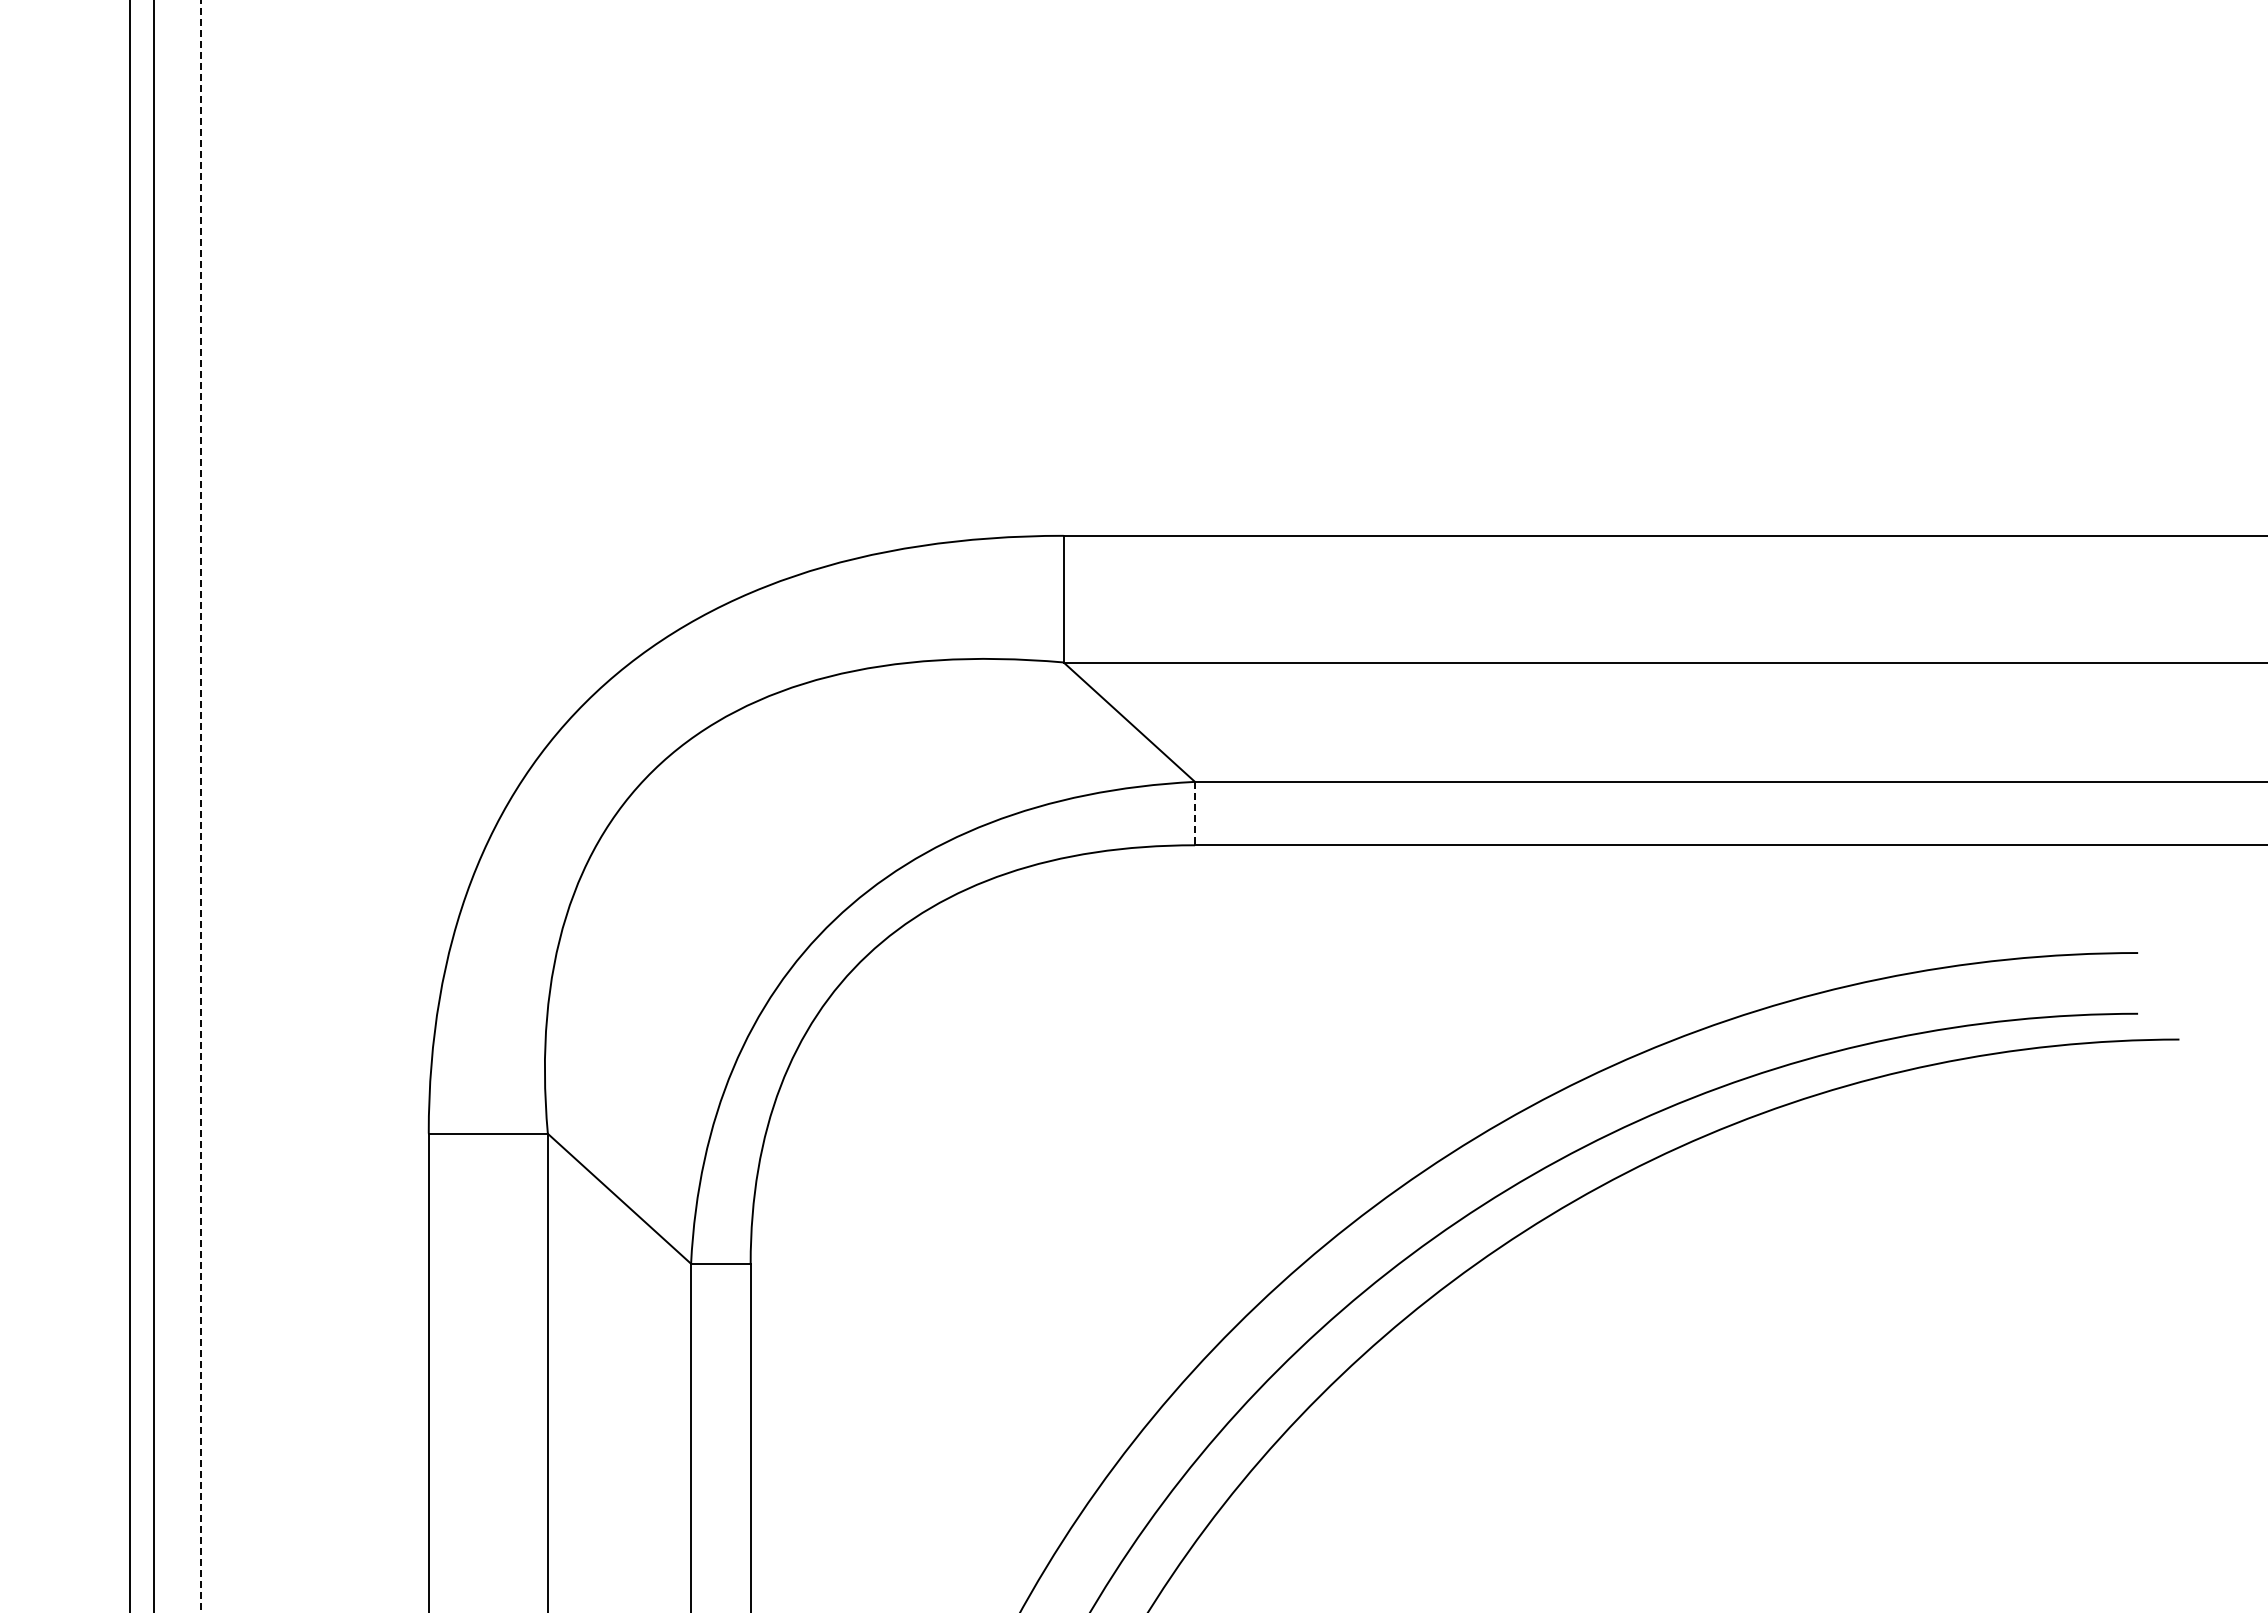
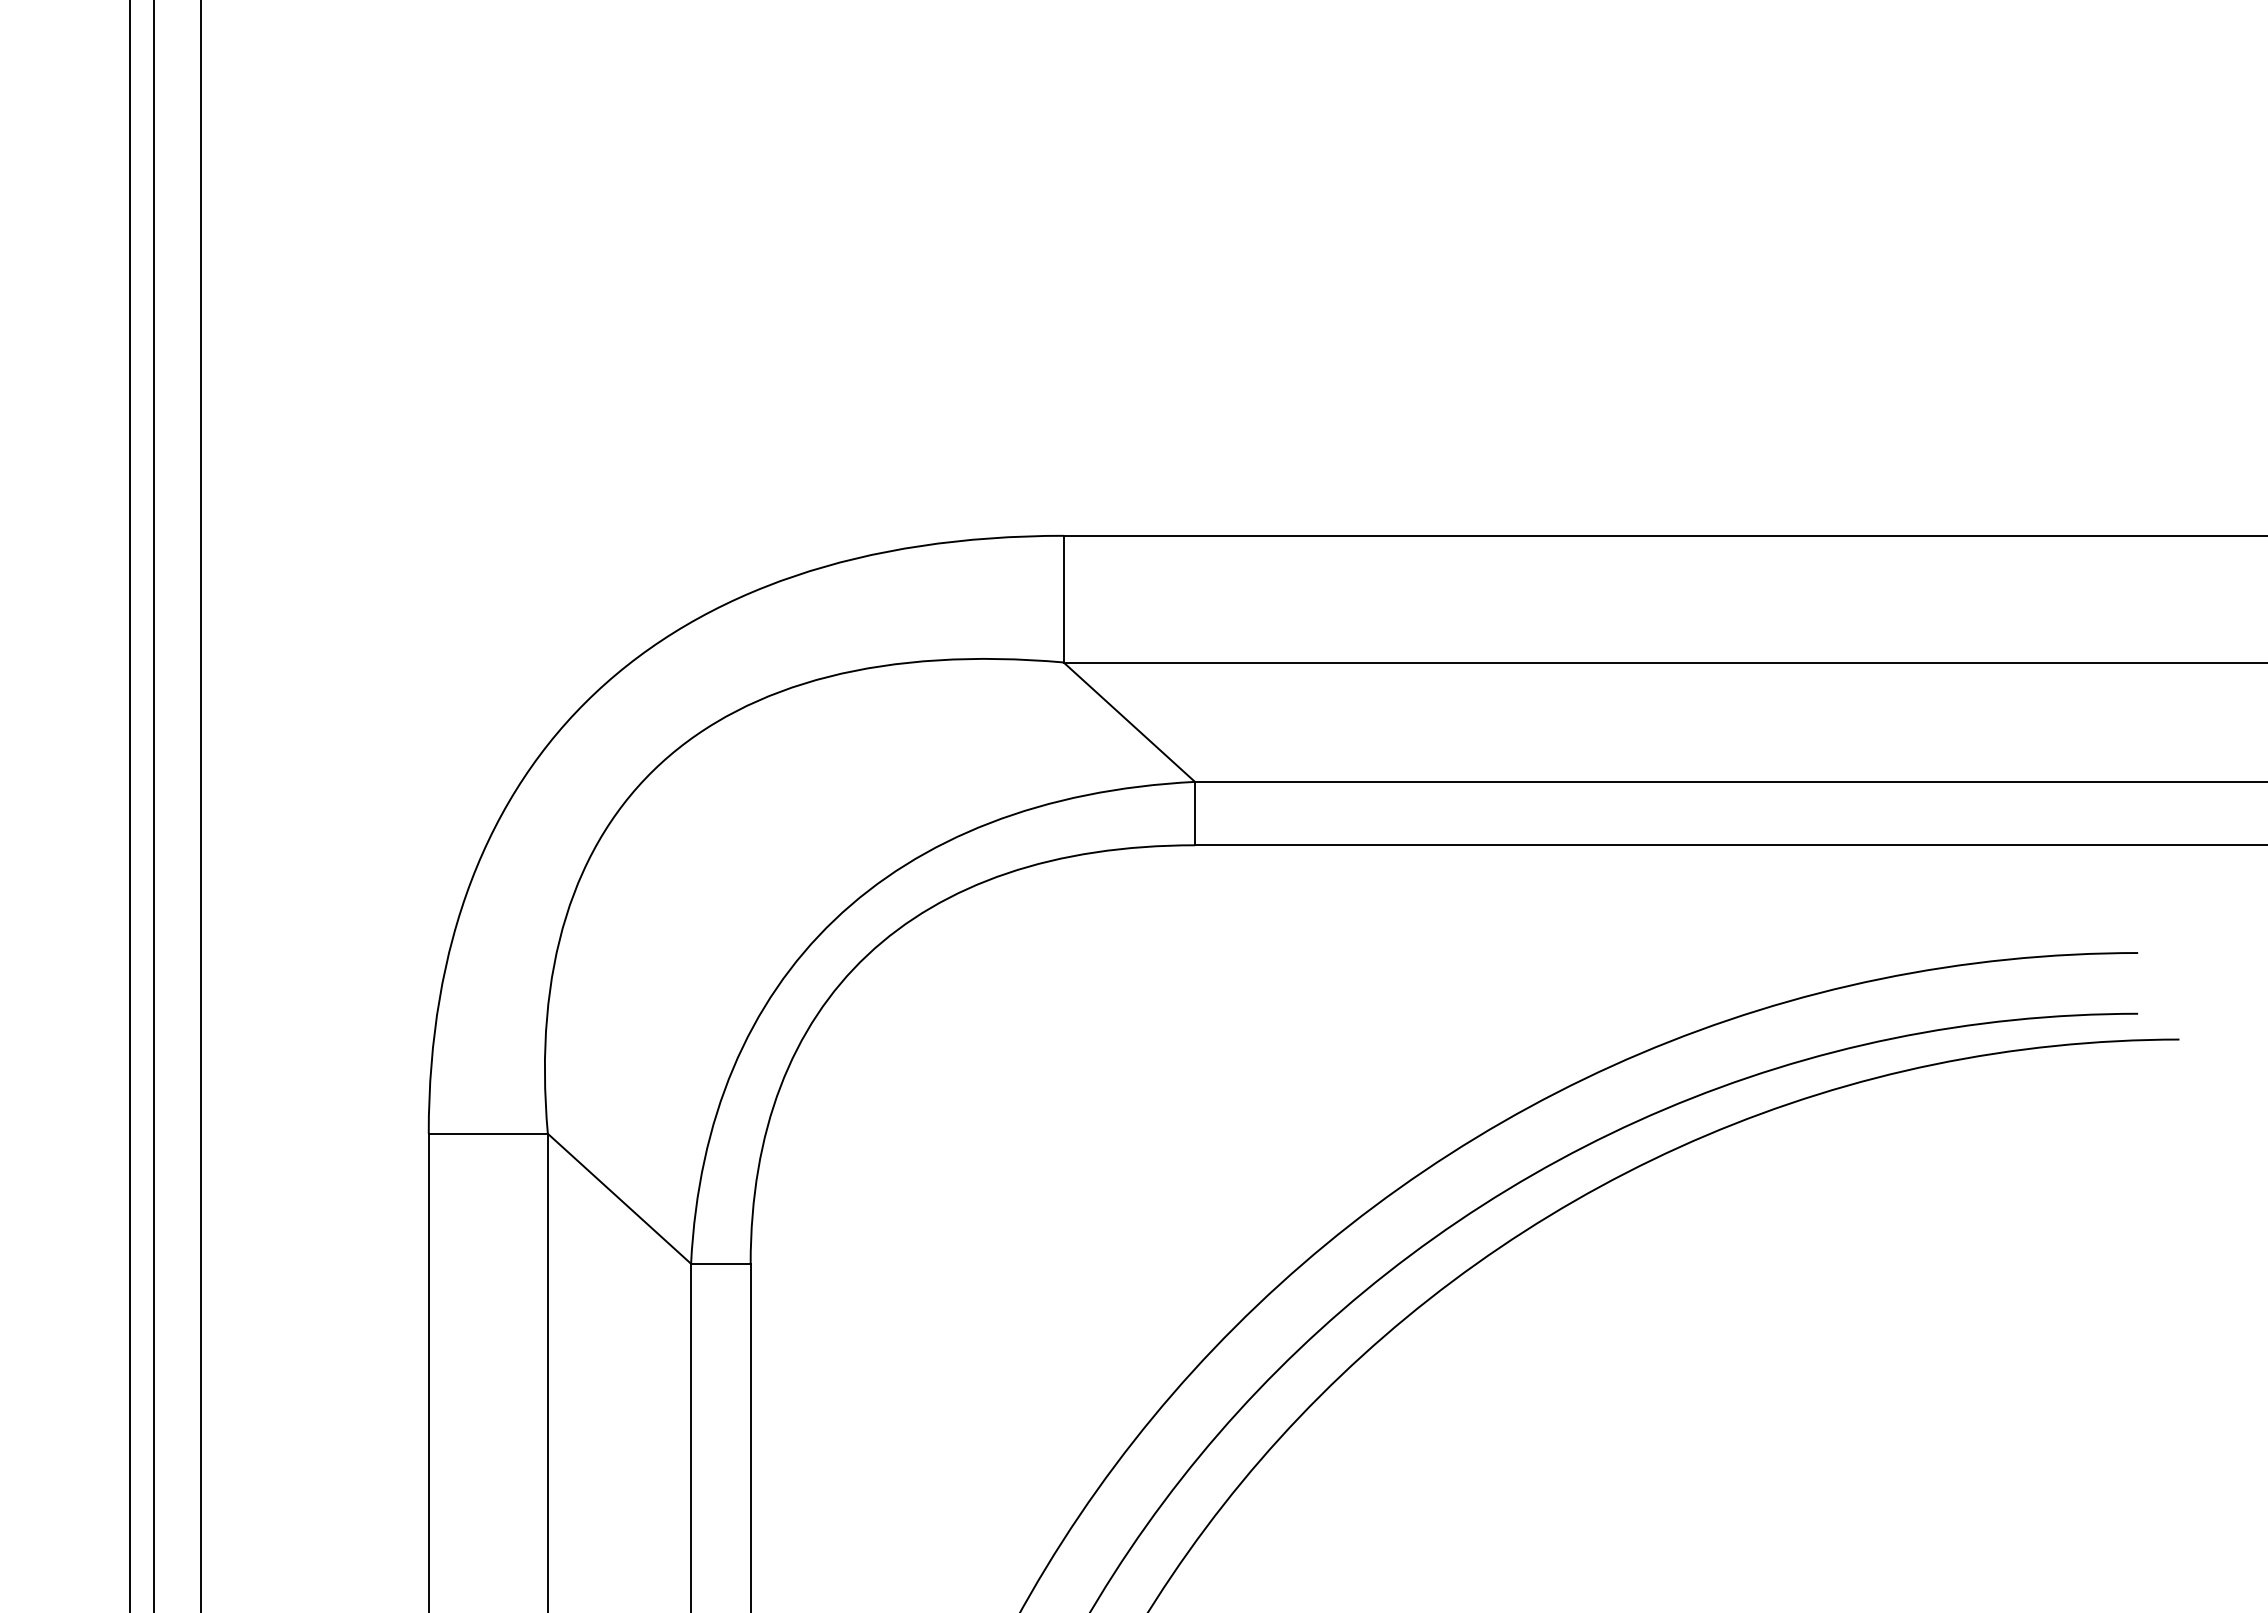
line at (200, 805): dashed -> solid
line at (1195, 813): dashed -> solid
